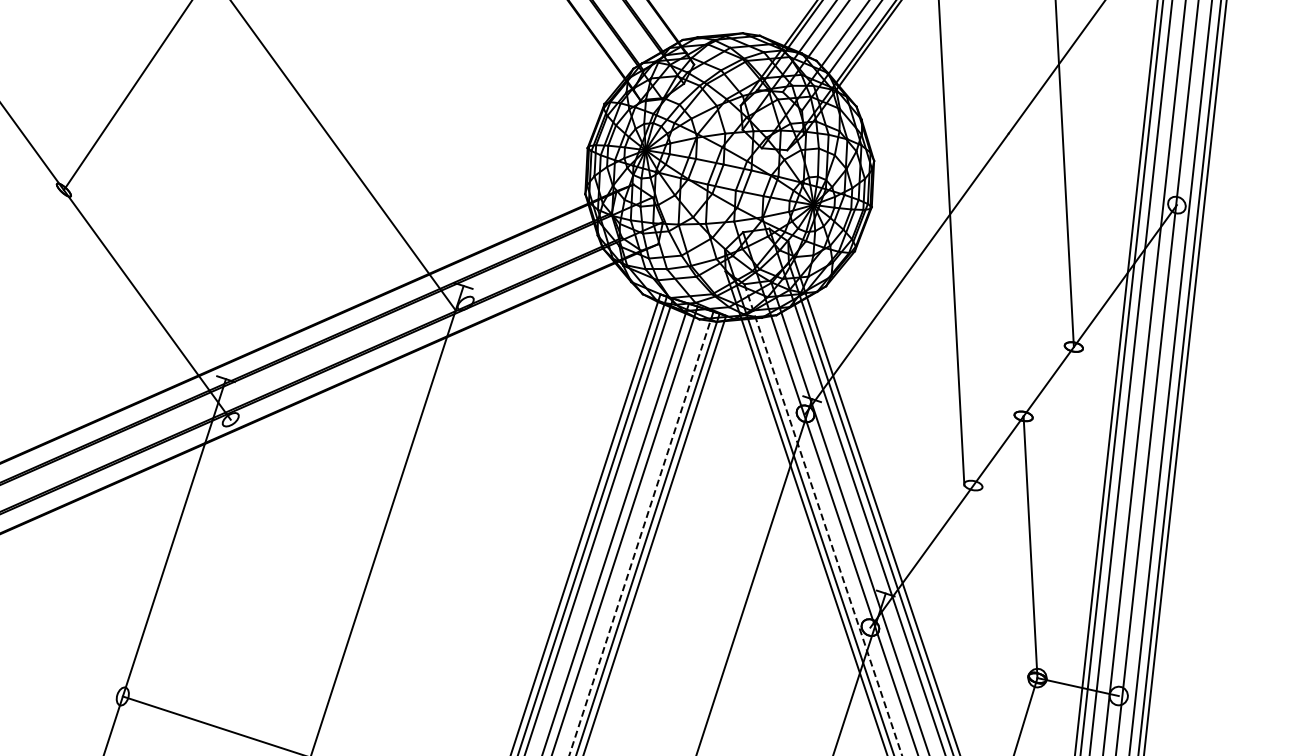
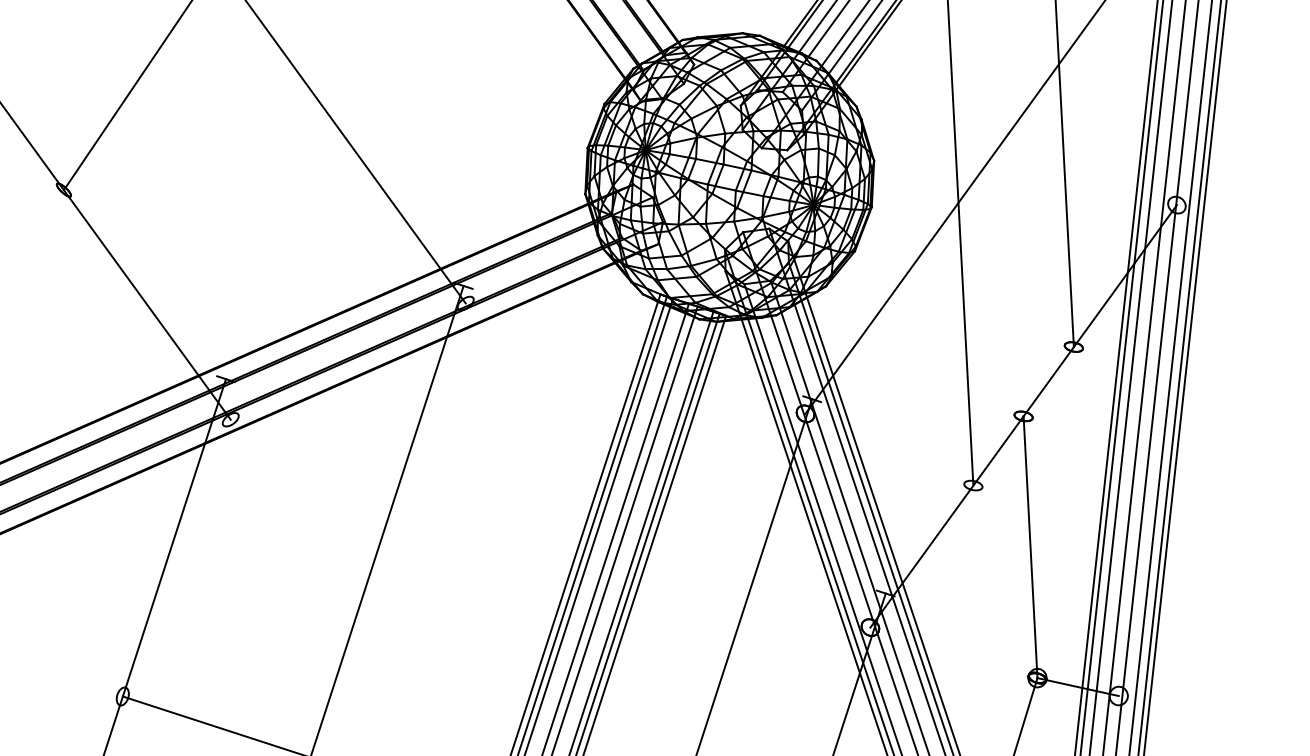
line at (343, 156) position: (343, 156) -> (356, 152)
line at (951, 243) position: (951, 243) -> (960, 243)
line at (823, 520): dashed -> solid
line at (641, 533): dashed -> solid
